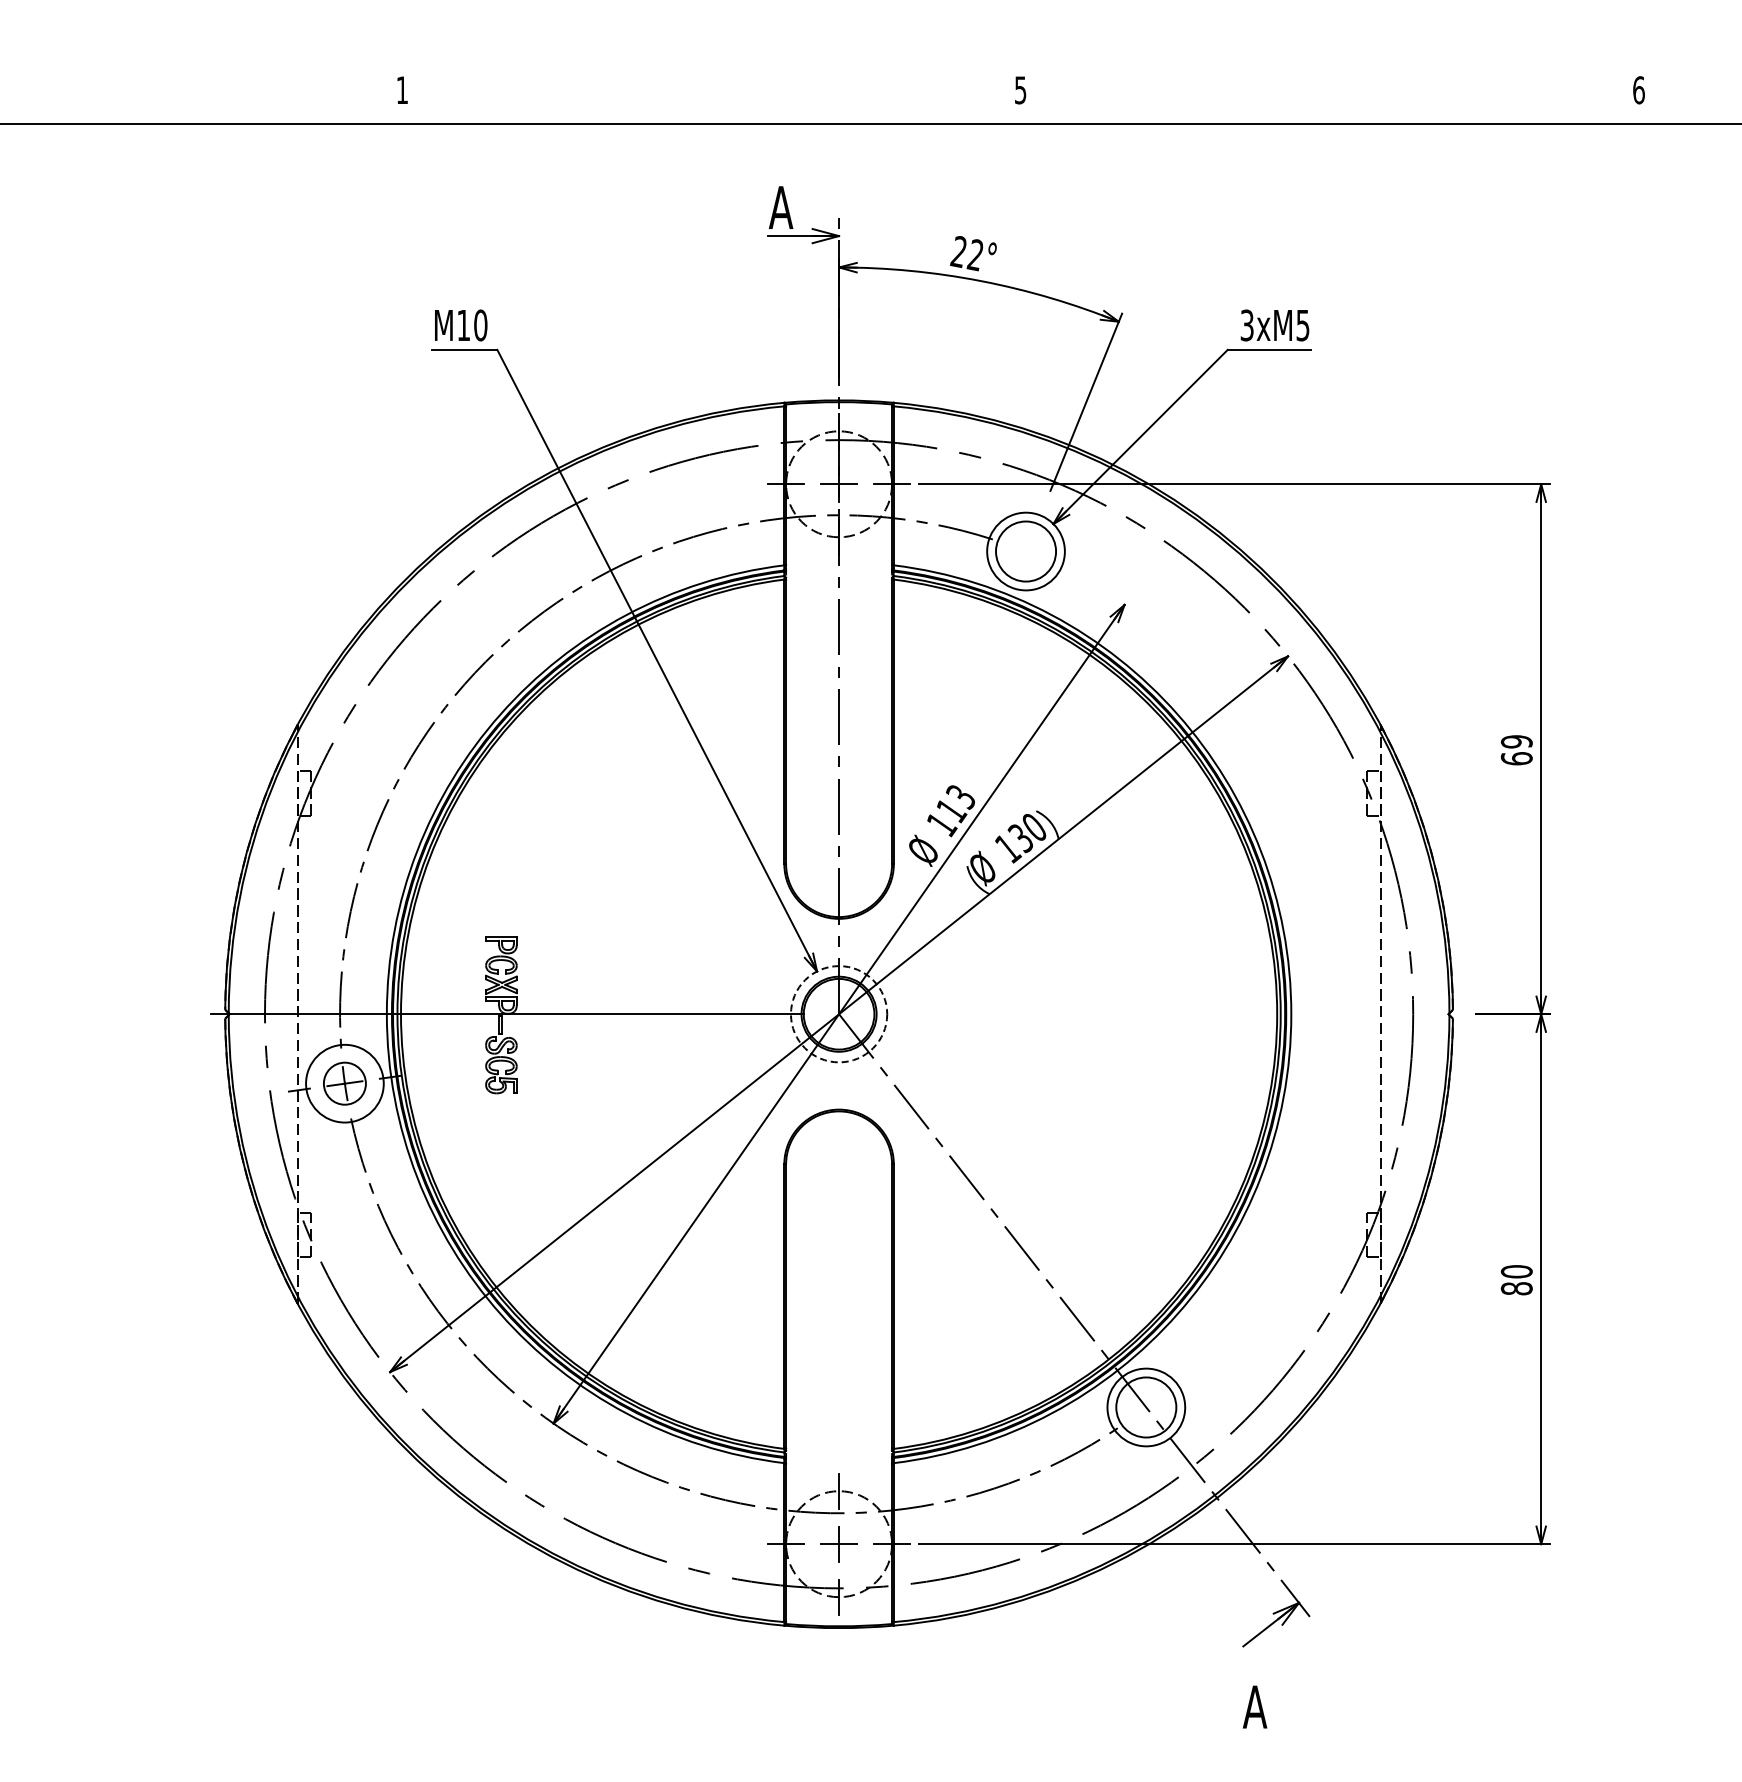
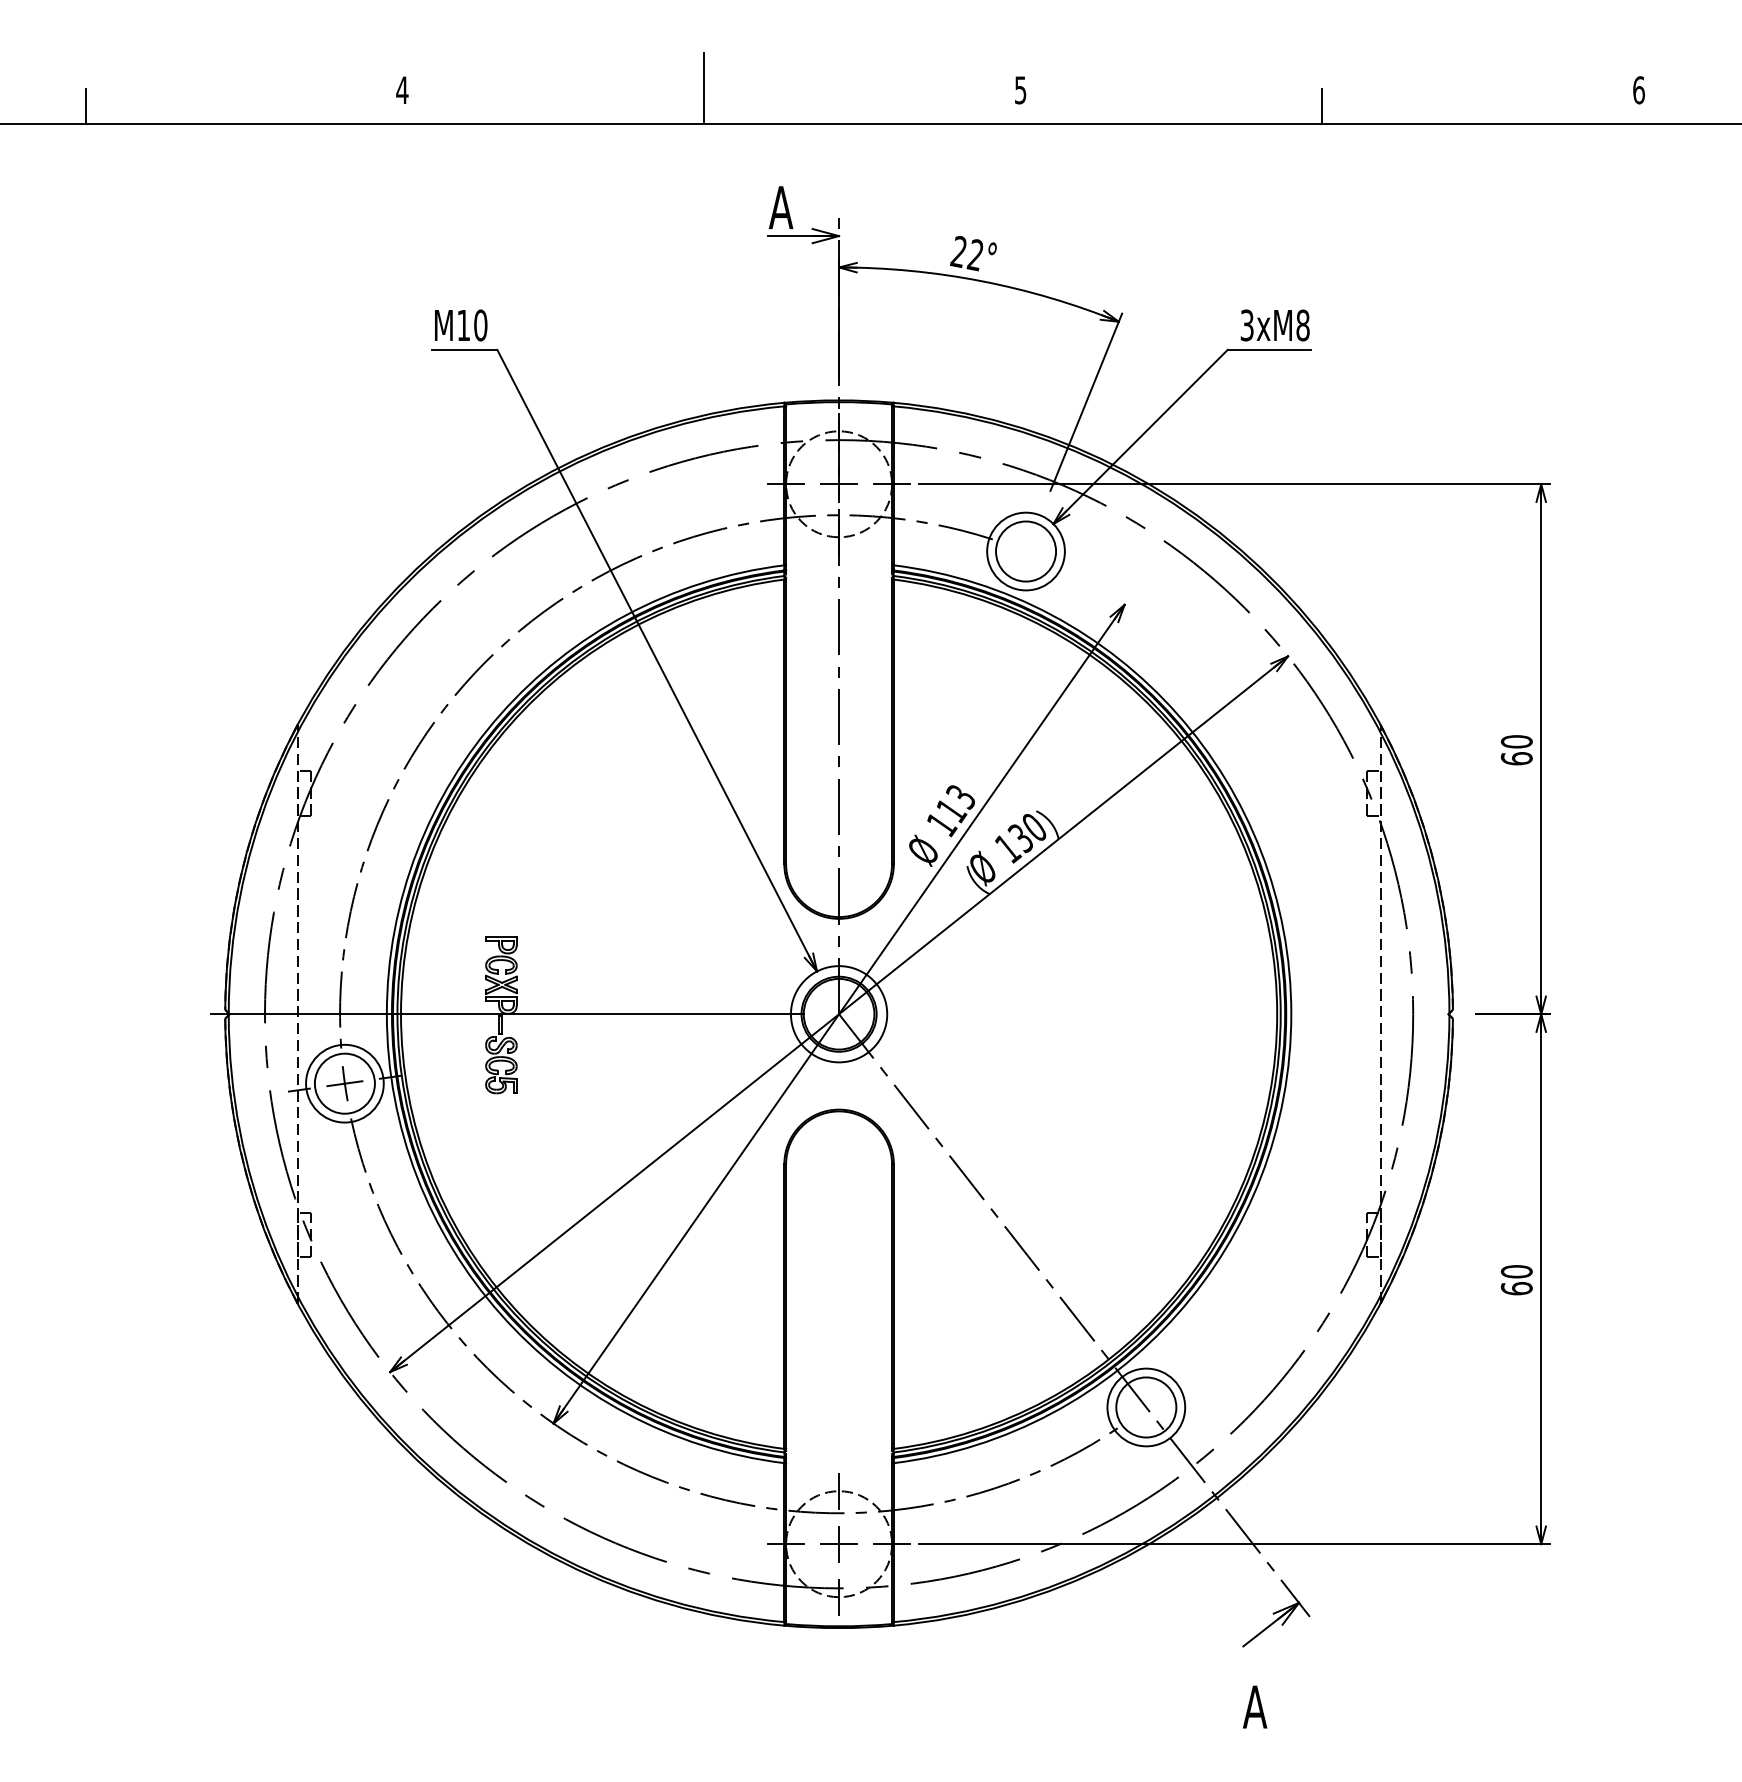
line at (704, 88): none -> present
text at (402, 89): 1 -> 4
line at (85, 106): none -> present
line at (1322, 106): none -> present
text at (1302, 325): 3xM5 -> 3xM8
text at (1516, 741): 69 -> 60
circle at (838, 1014): dashed -> solid
circle at (344, 1083) diameter: 42 px -> 60 px
text at (1516, 1288): 80 -> 60
